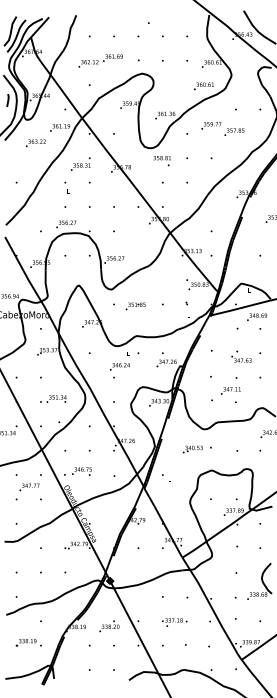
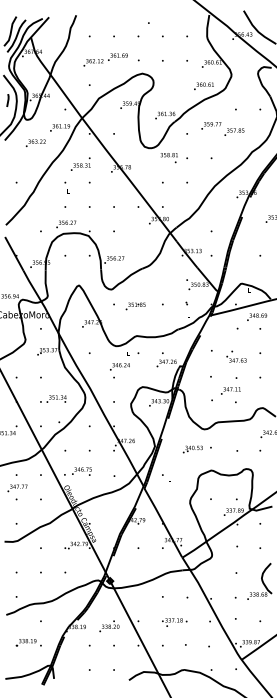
text at (100, 60) position: (100, 60) -> (105, 59)
text at (161, 161) position: (161, 161) -> (168, 158)
text at (241, 356) position: (241, 356) -> (236, 356)
text at (29, 487) position: (29, 487) -> (17, 488)
